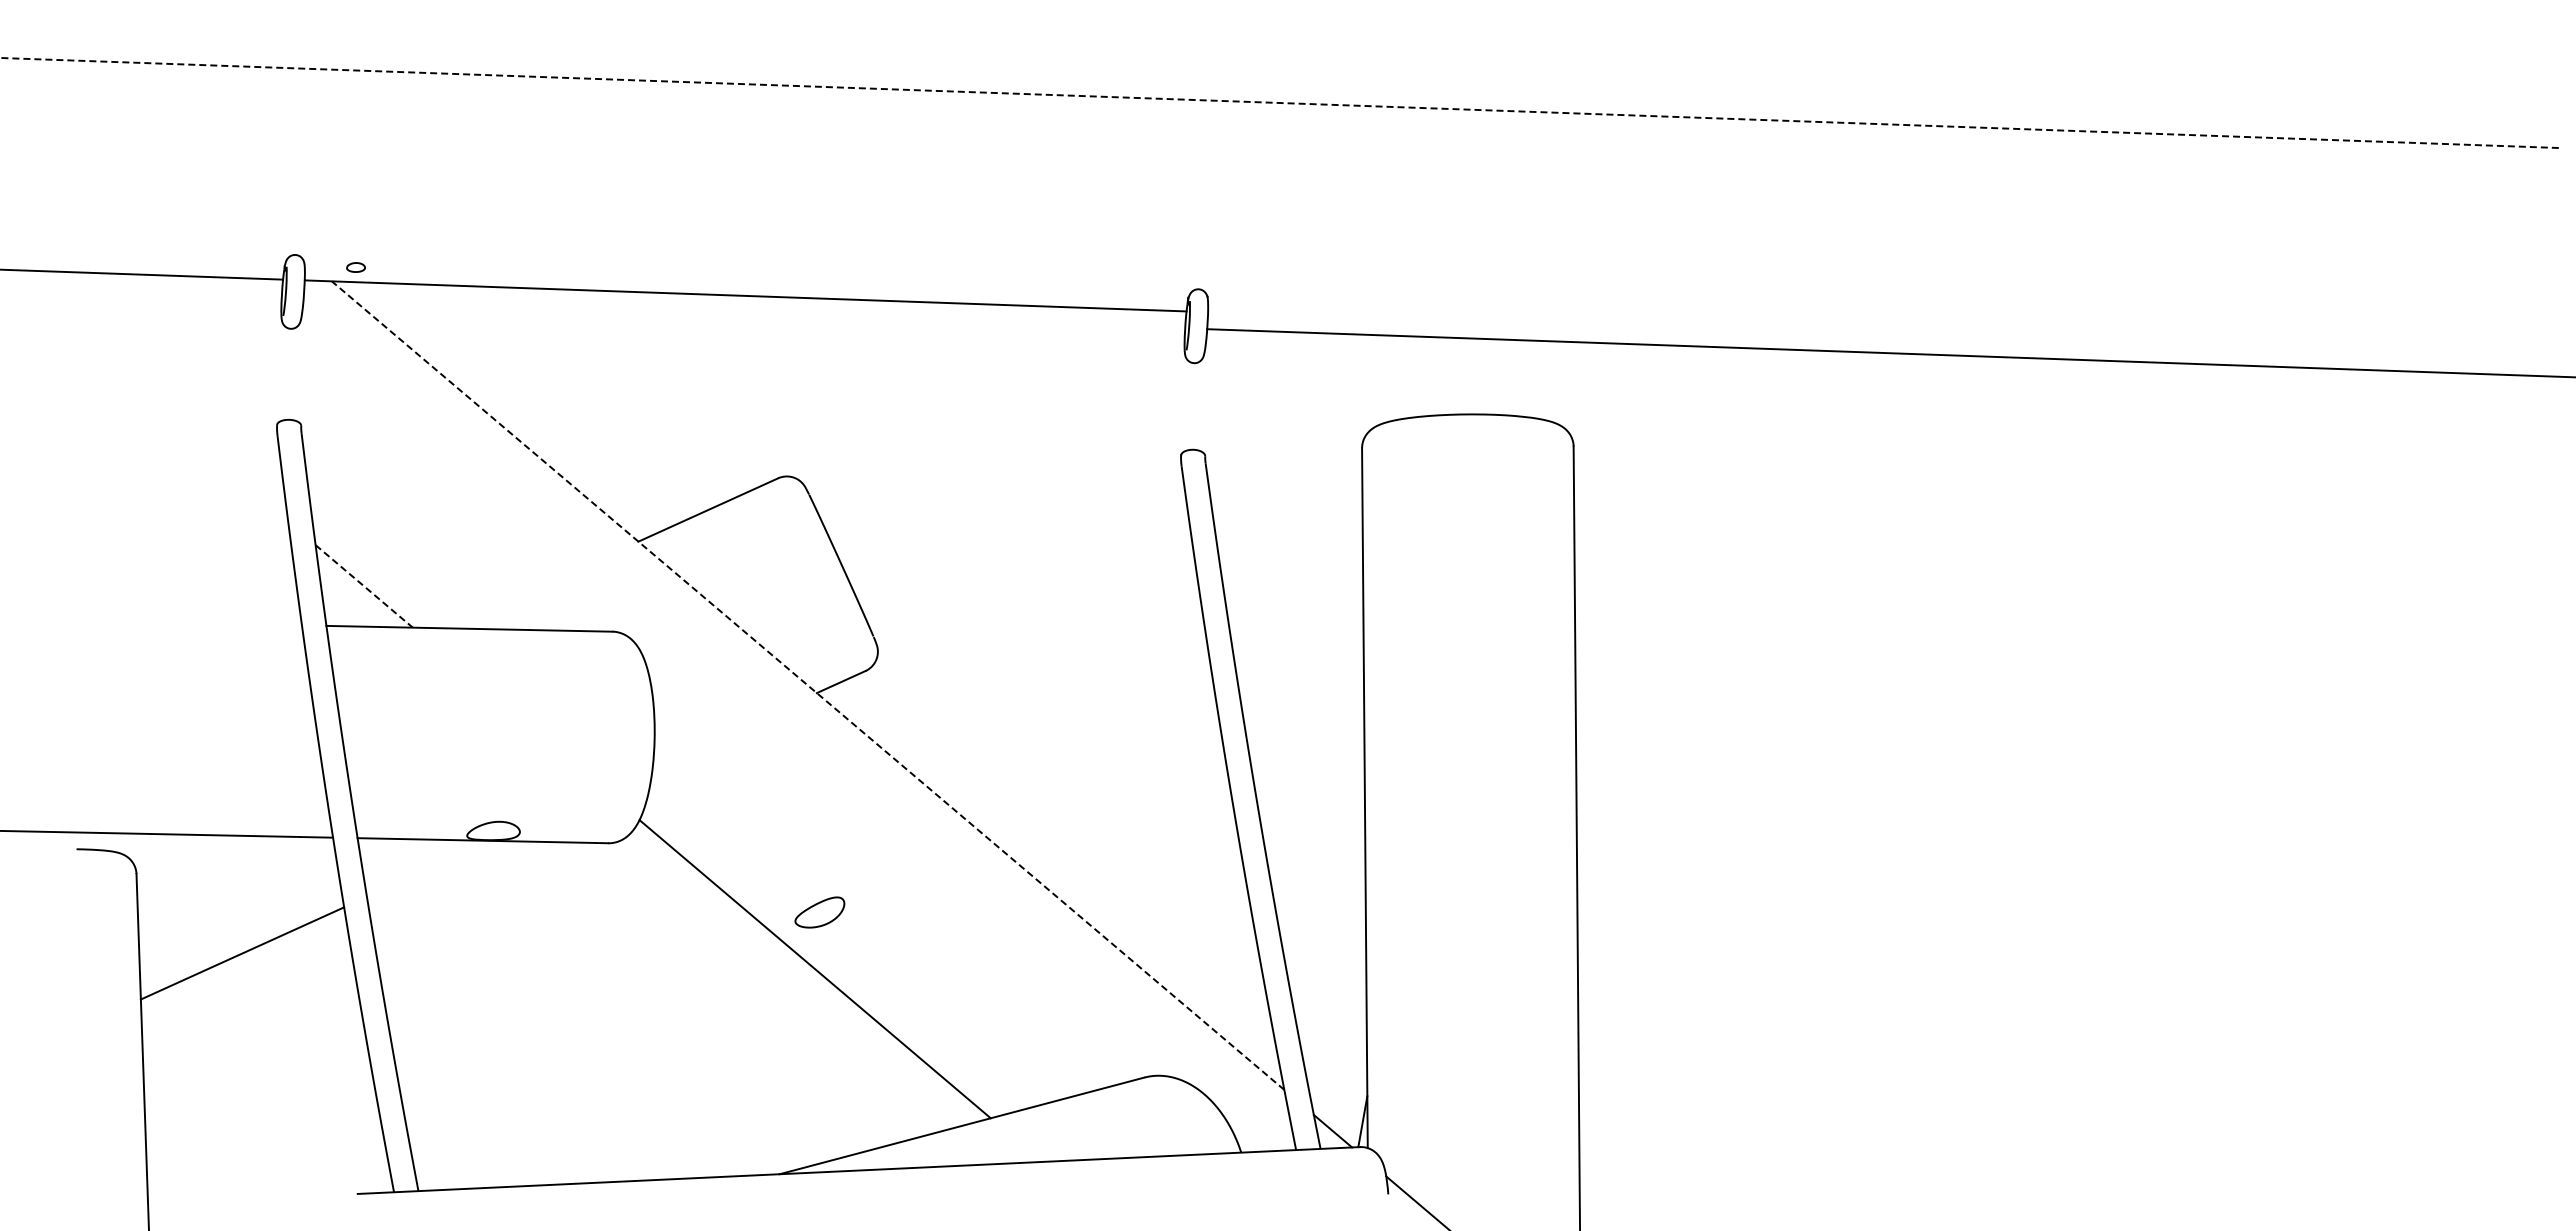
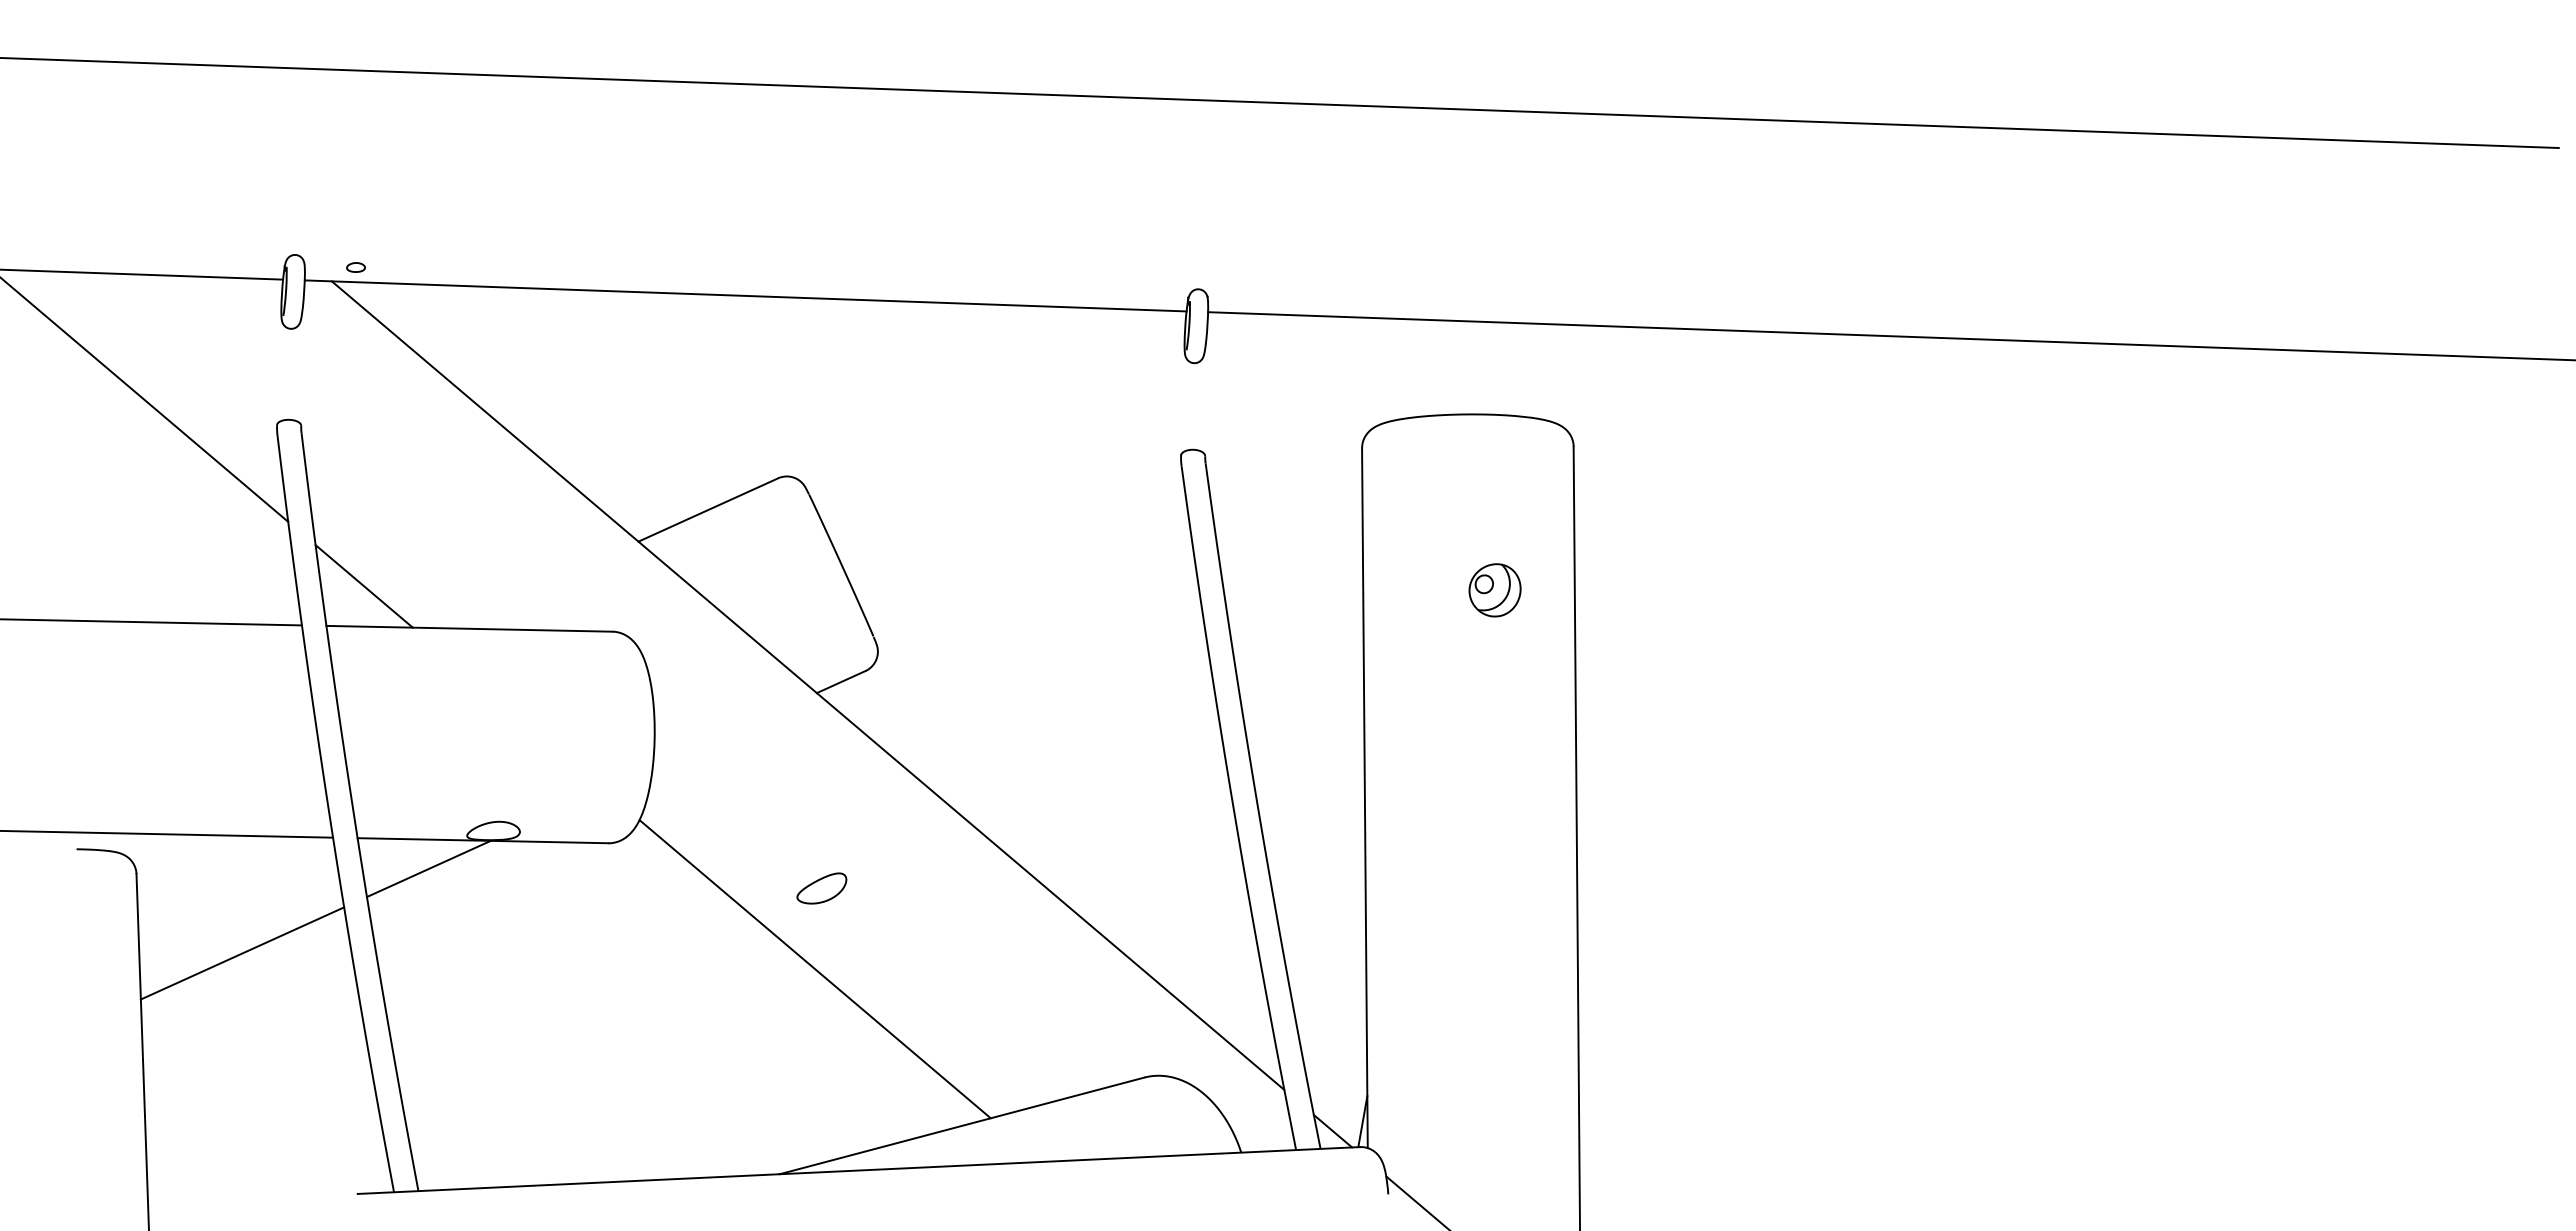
line at (1279, 103): dashed -> solid
line at (1889, 353) position: (1889, 353) -> (1890, 336)
line at (145, 400): none -> present
line at (364, 586): dashed -> solid
part at (1494, 590): none -> present
line at (151, 622): none -> present
line at (808, 685): dashed -> solid
line at (428, 868): none -> present
part at (819, 912) position: (819, 912) -> (821, 888)
